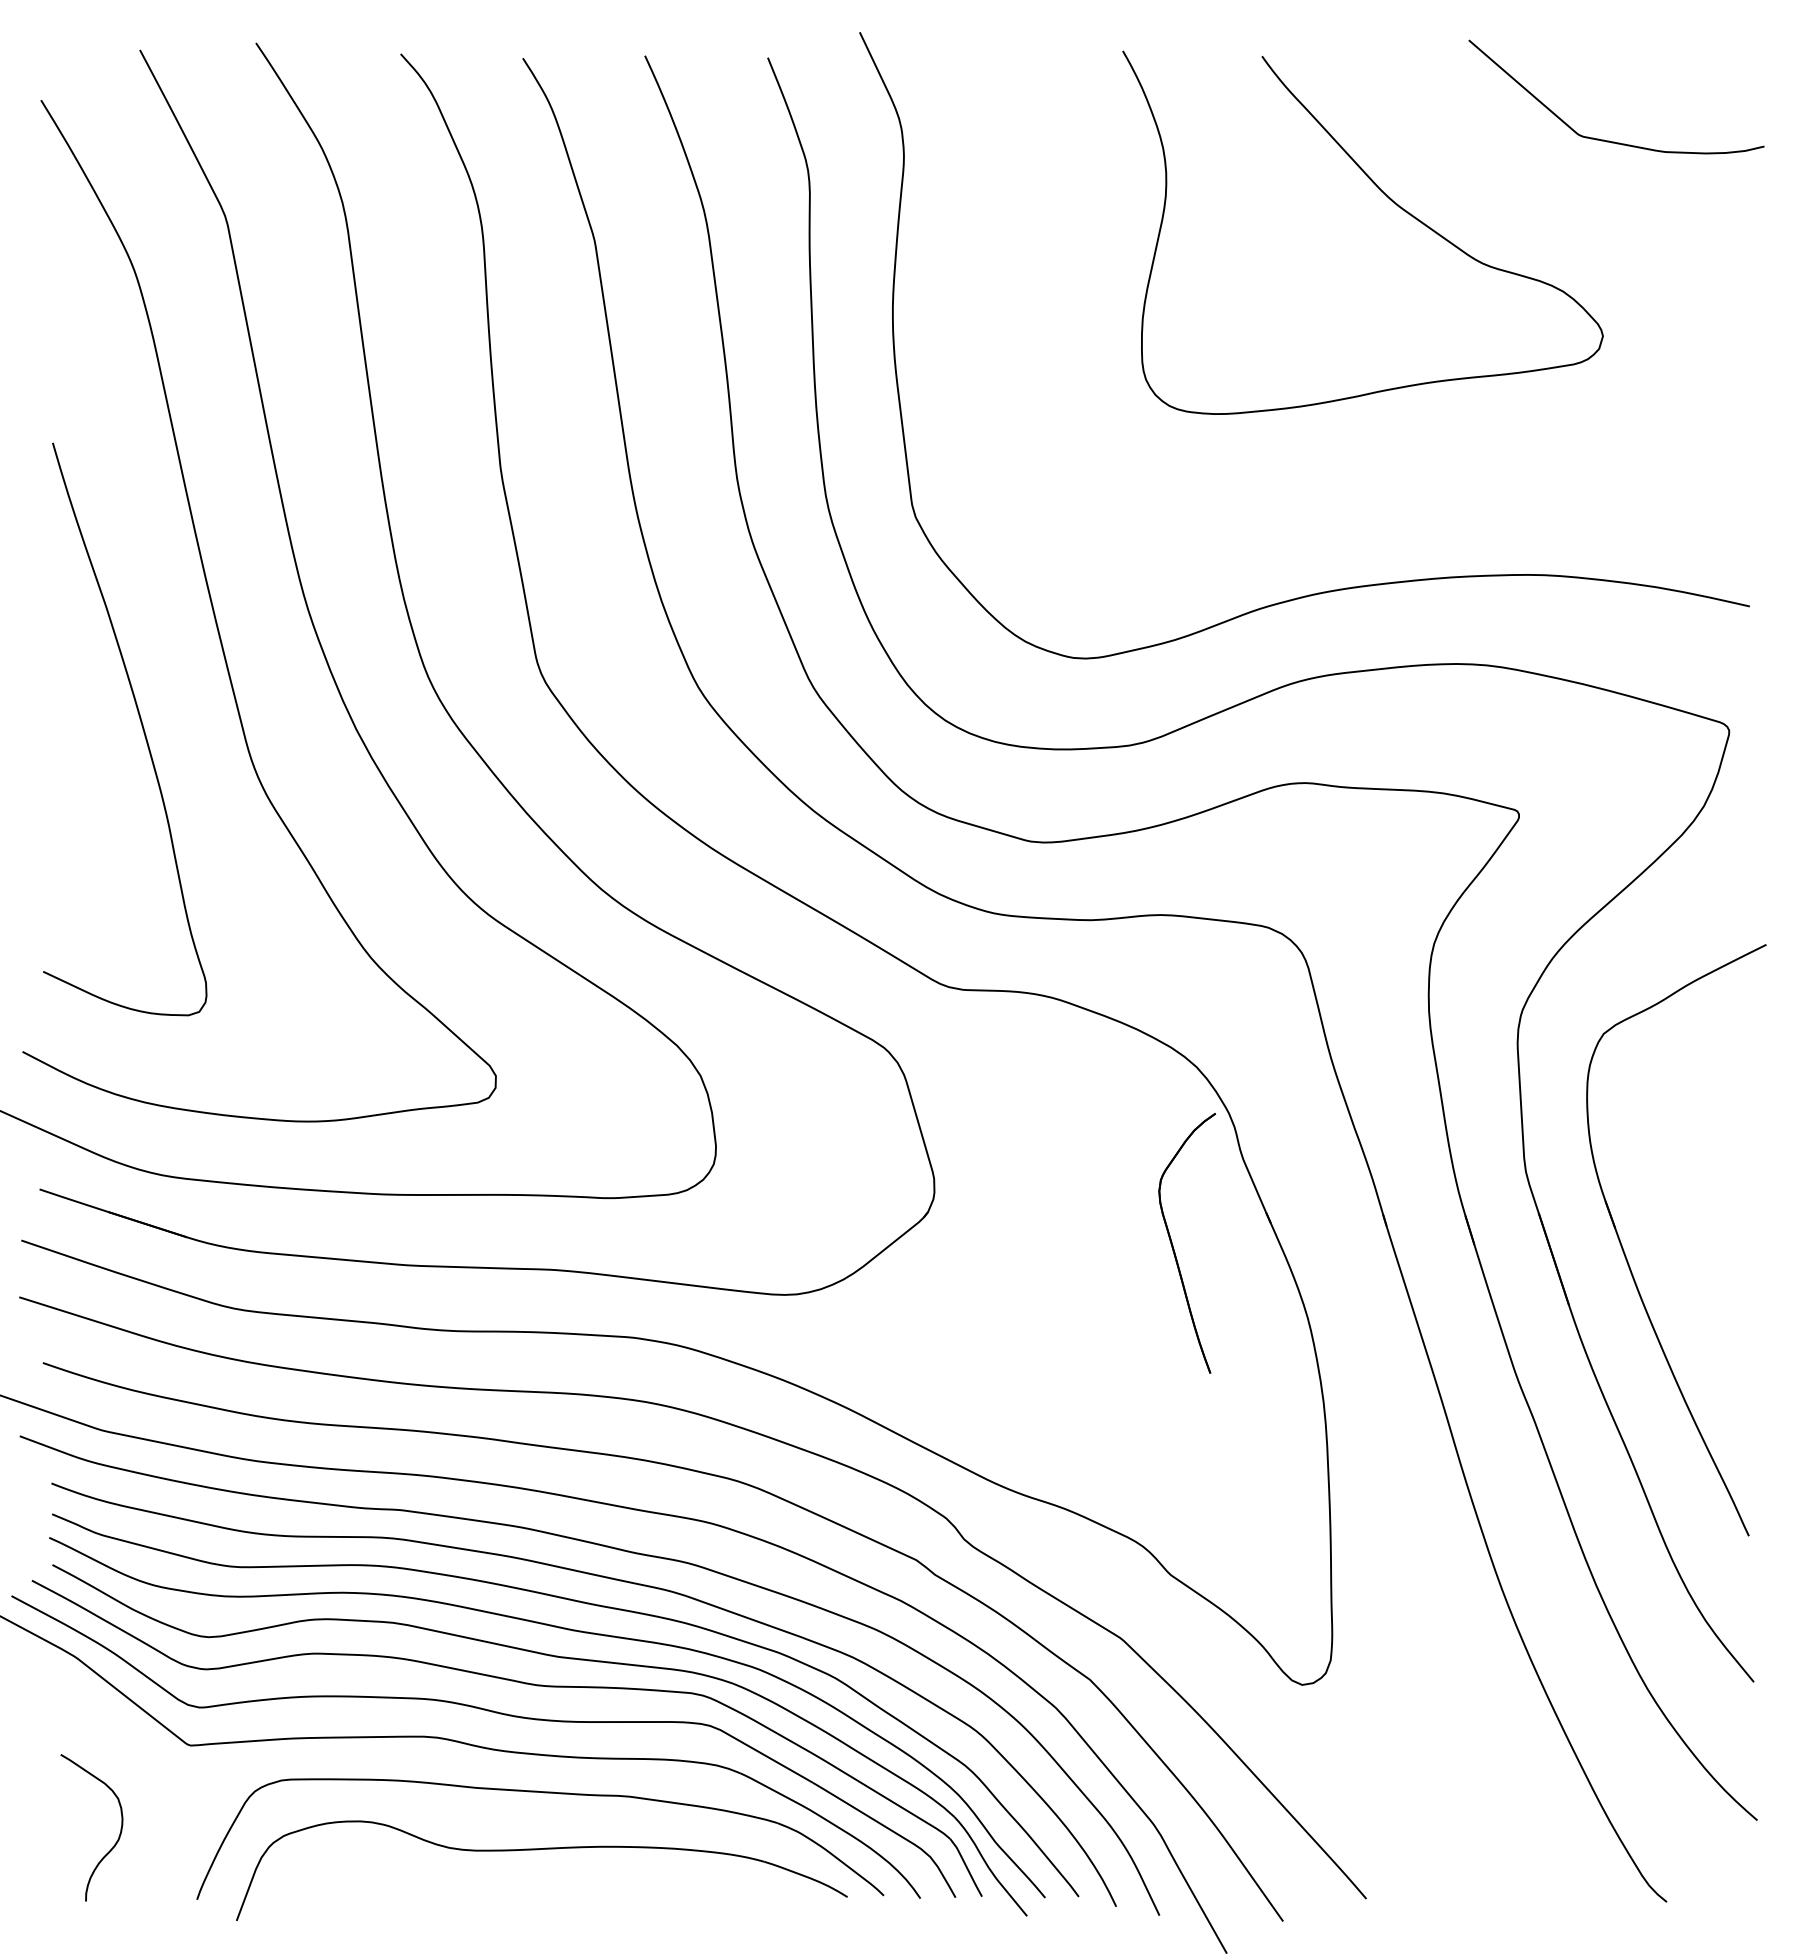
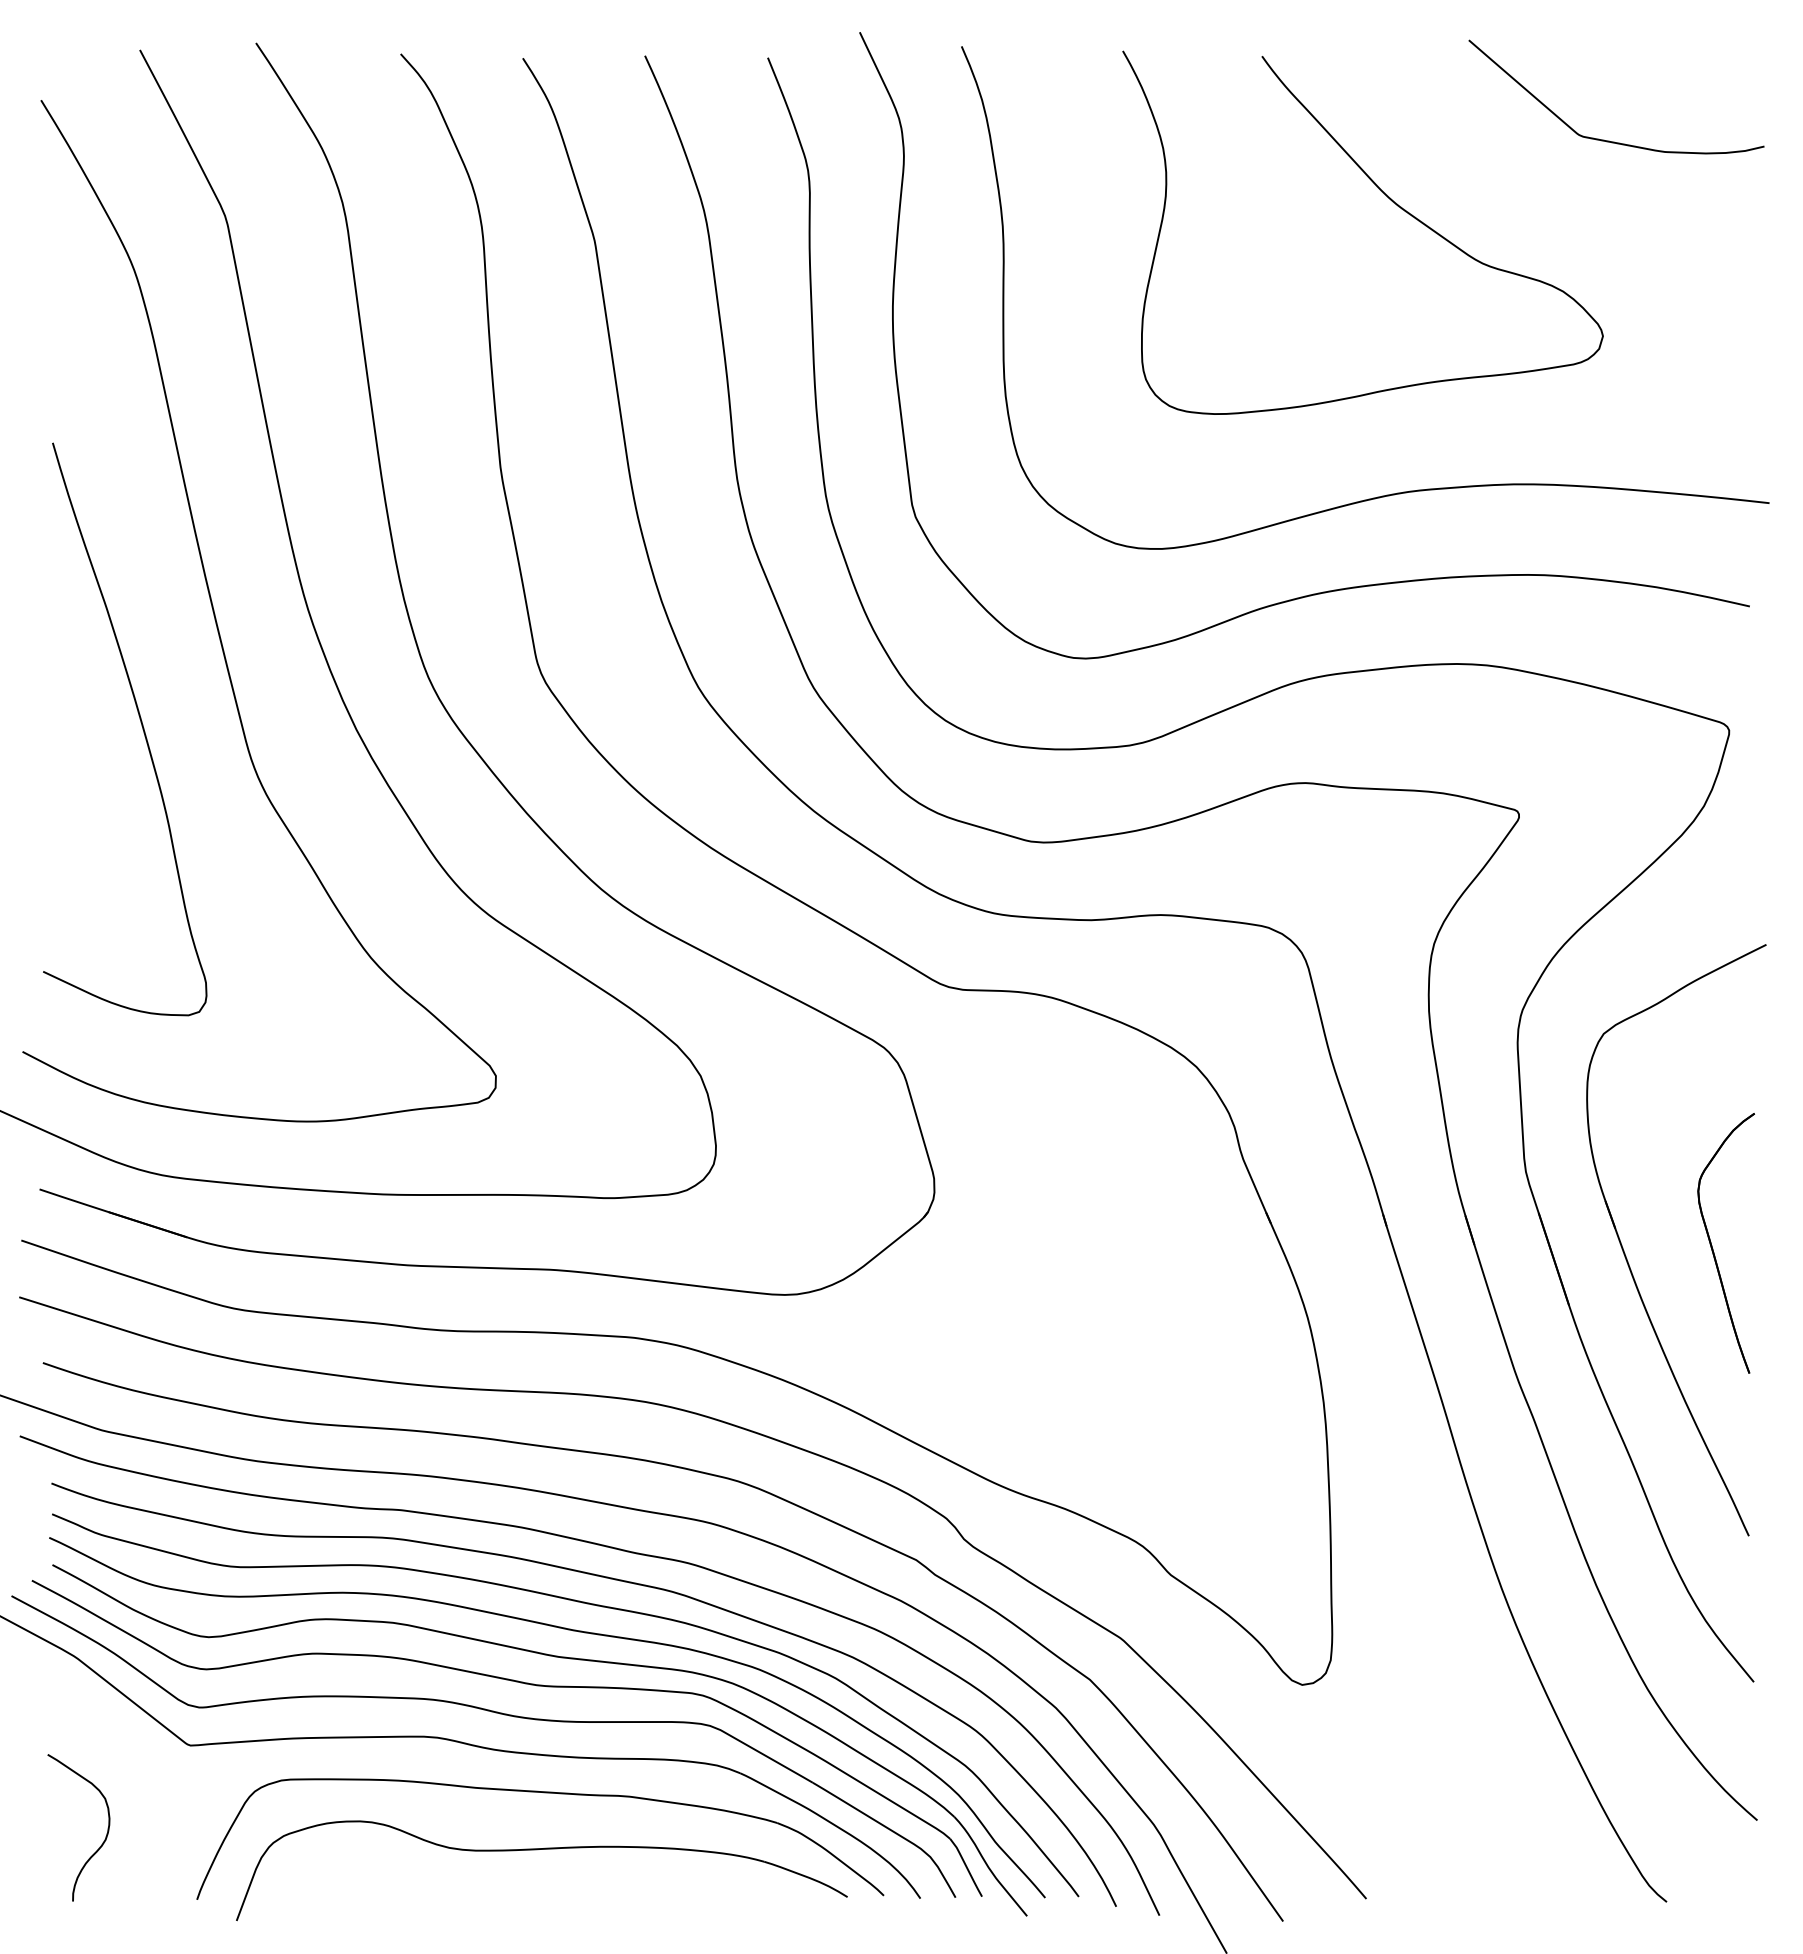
curve at (1397, 492): none -> present
part at (1174, 1248) position: (1174, 1248) -> (1713, 1248)
curve at (115, 1842) position: (115, 1842) -> (102, 1842)
